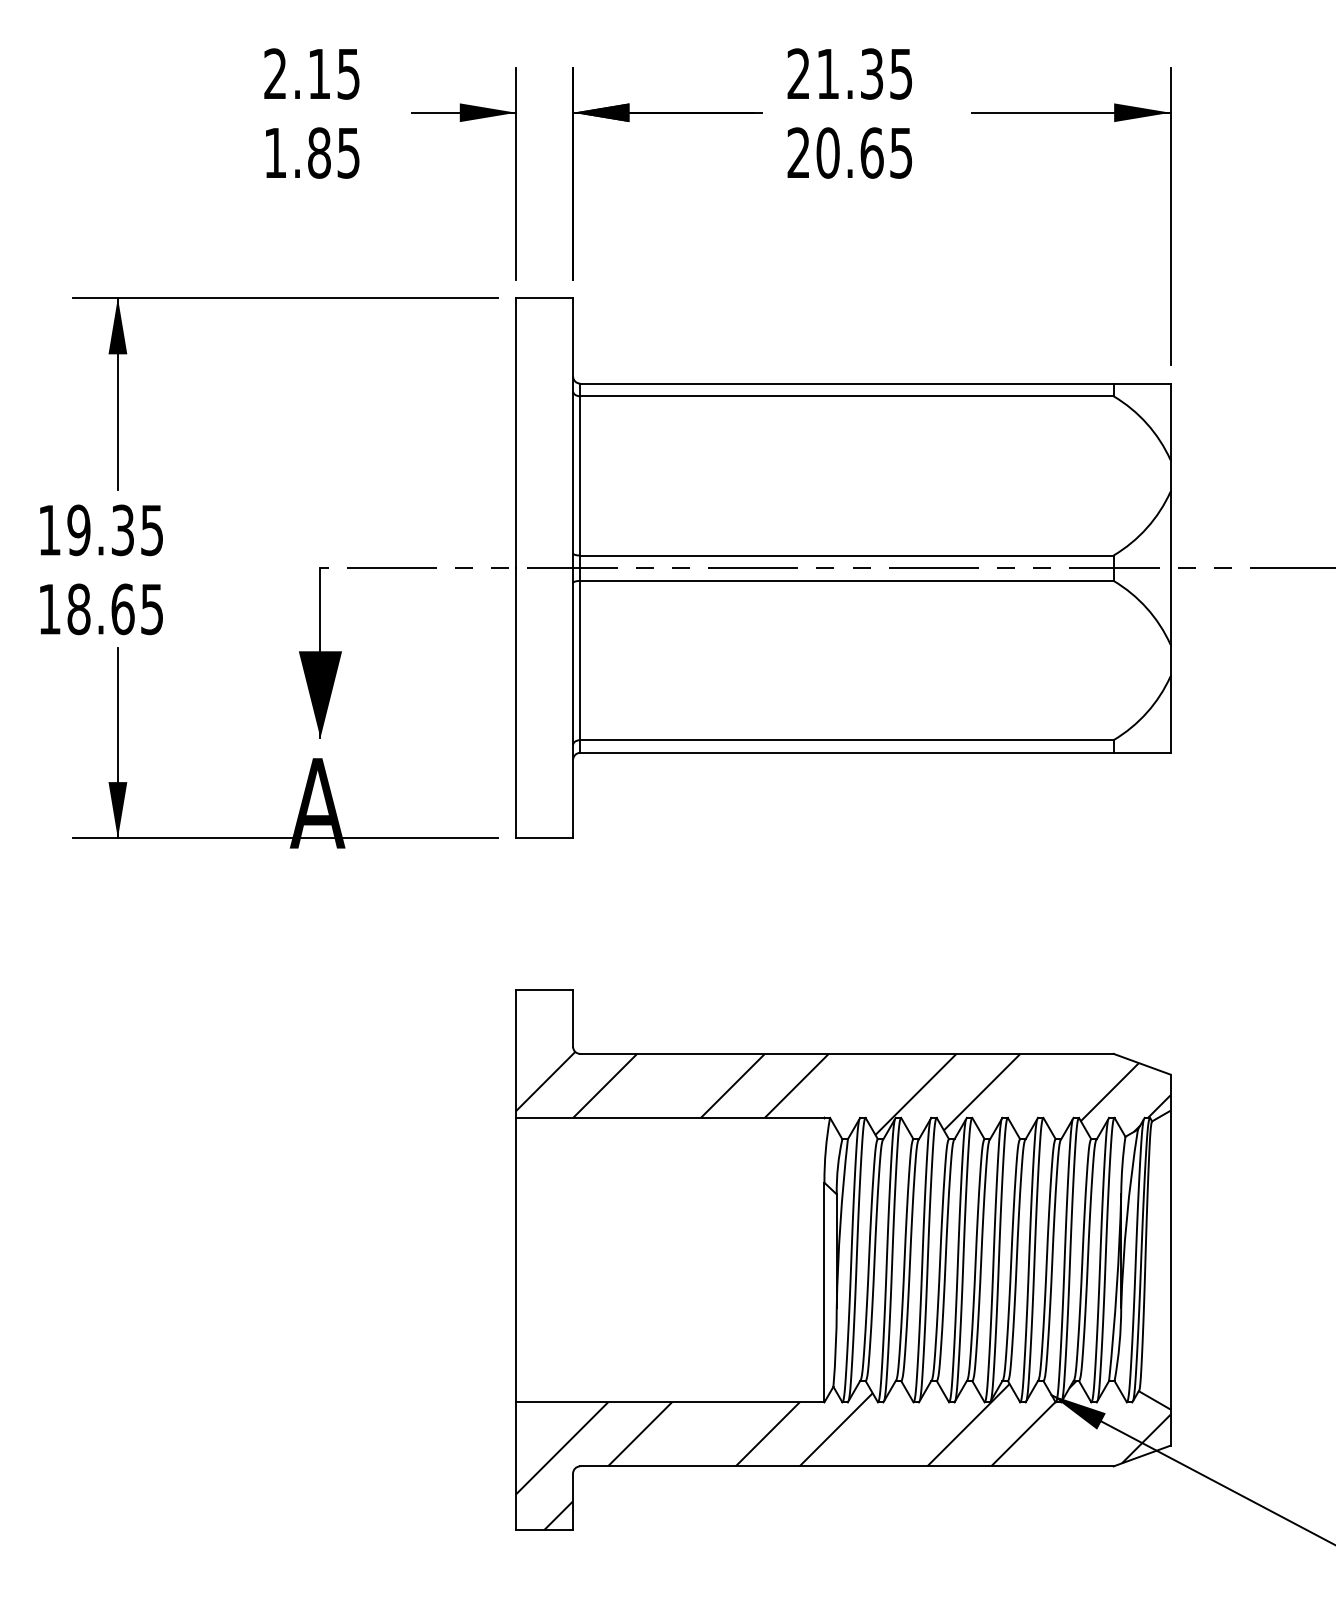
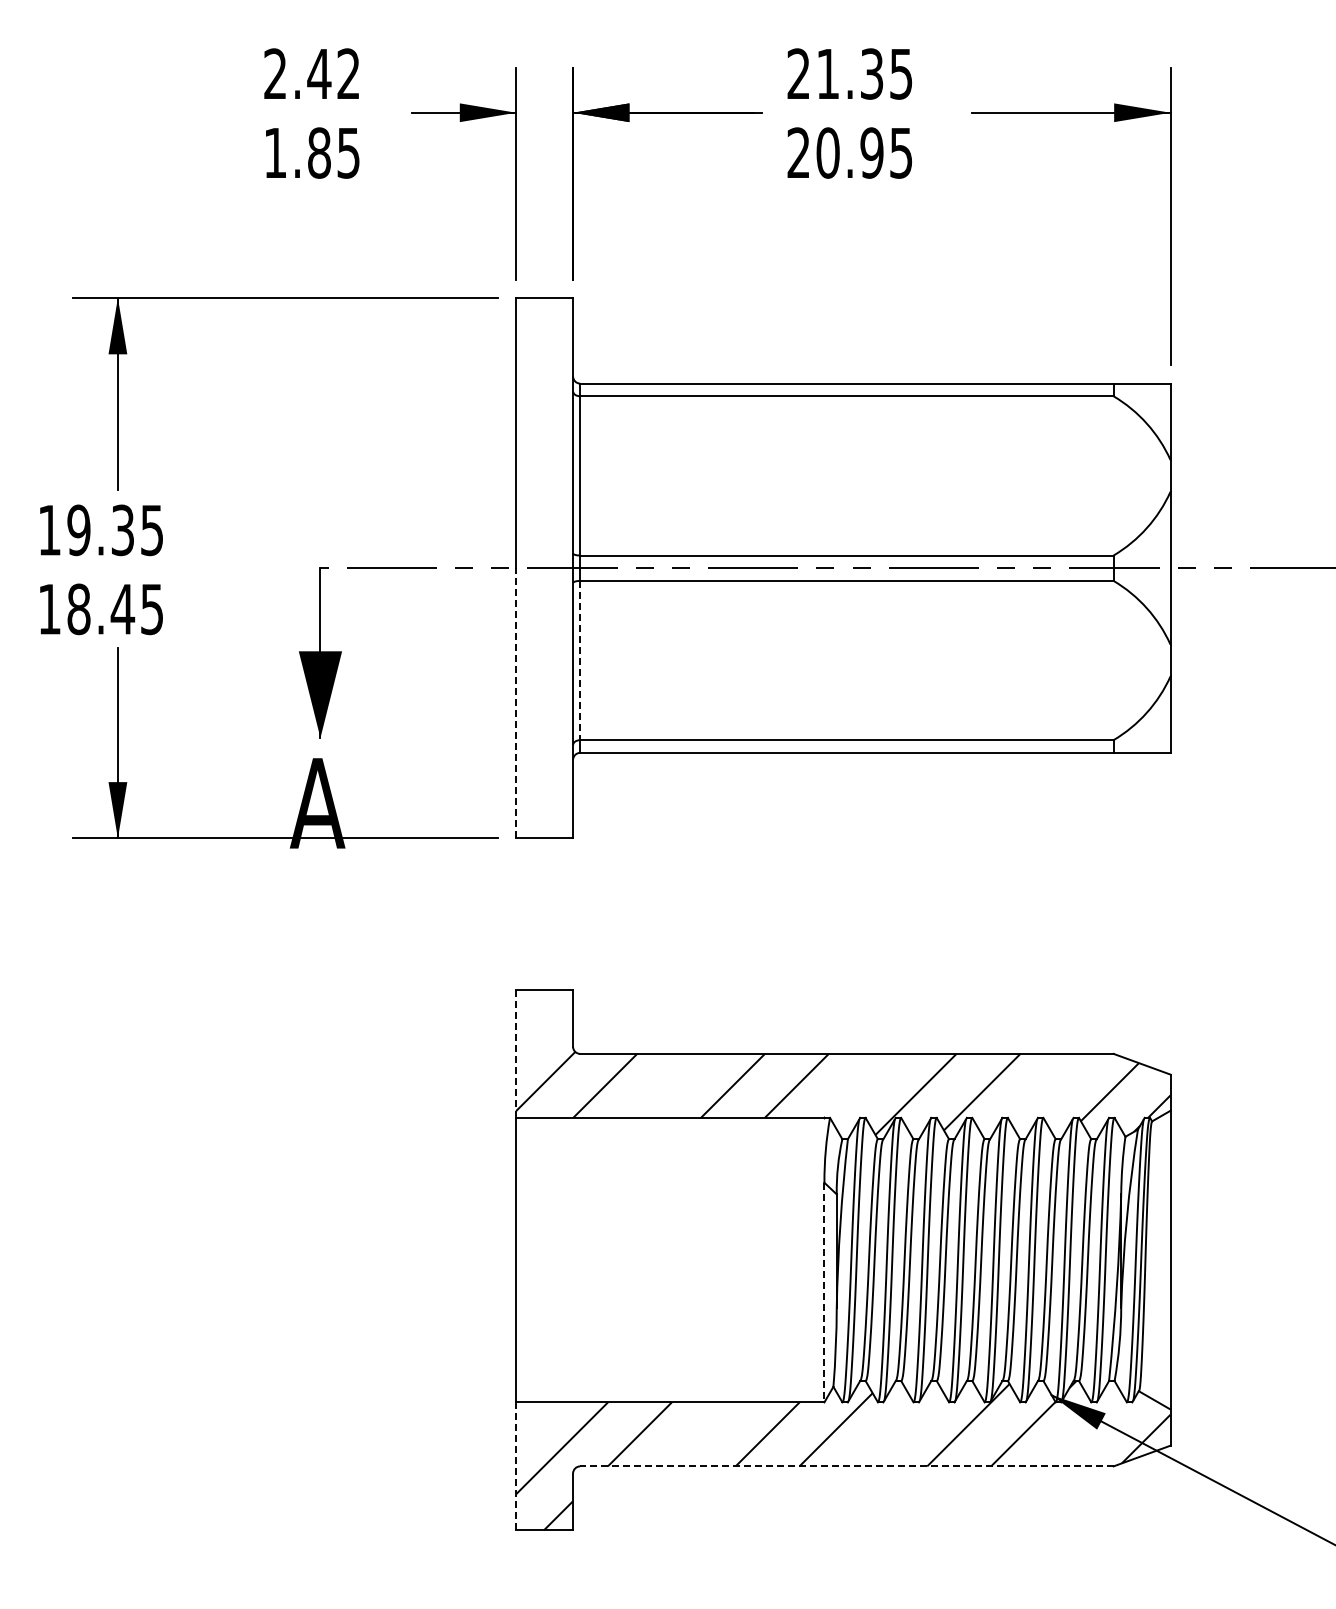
text at (333, 73): 2.15 -> 2.42
text at (871, 152): 20.65 -> 20.95
text at (122, 609): 18.65 -> 18.45
line at (580, 660): solid -> dashed
line at (516, 702): solid -> dashed
line at (516, 1053): solid -> dashed
line at (824, 1292): solid -> dashed
line at (516, 1465): solid -> dashed
line at (846, 1466): solid -> dashed
